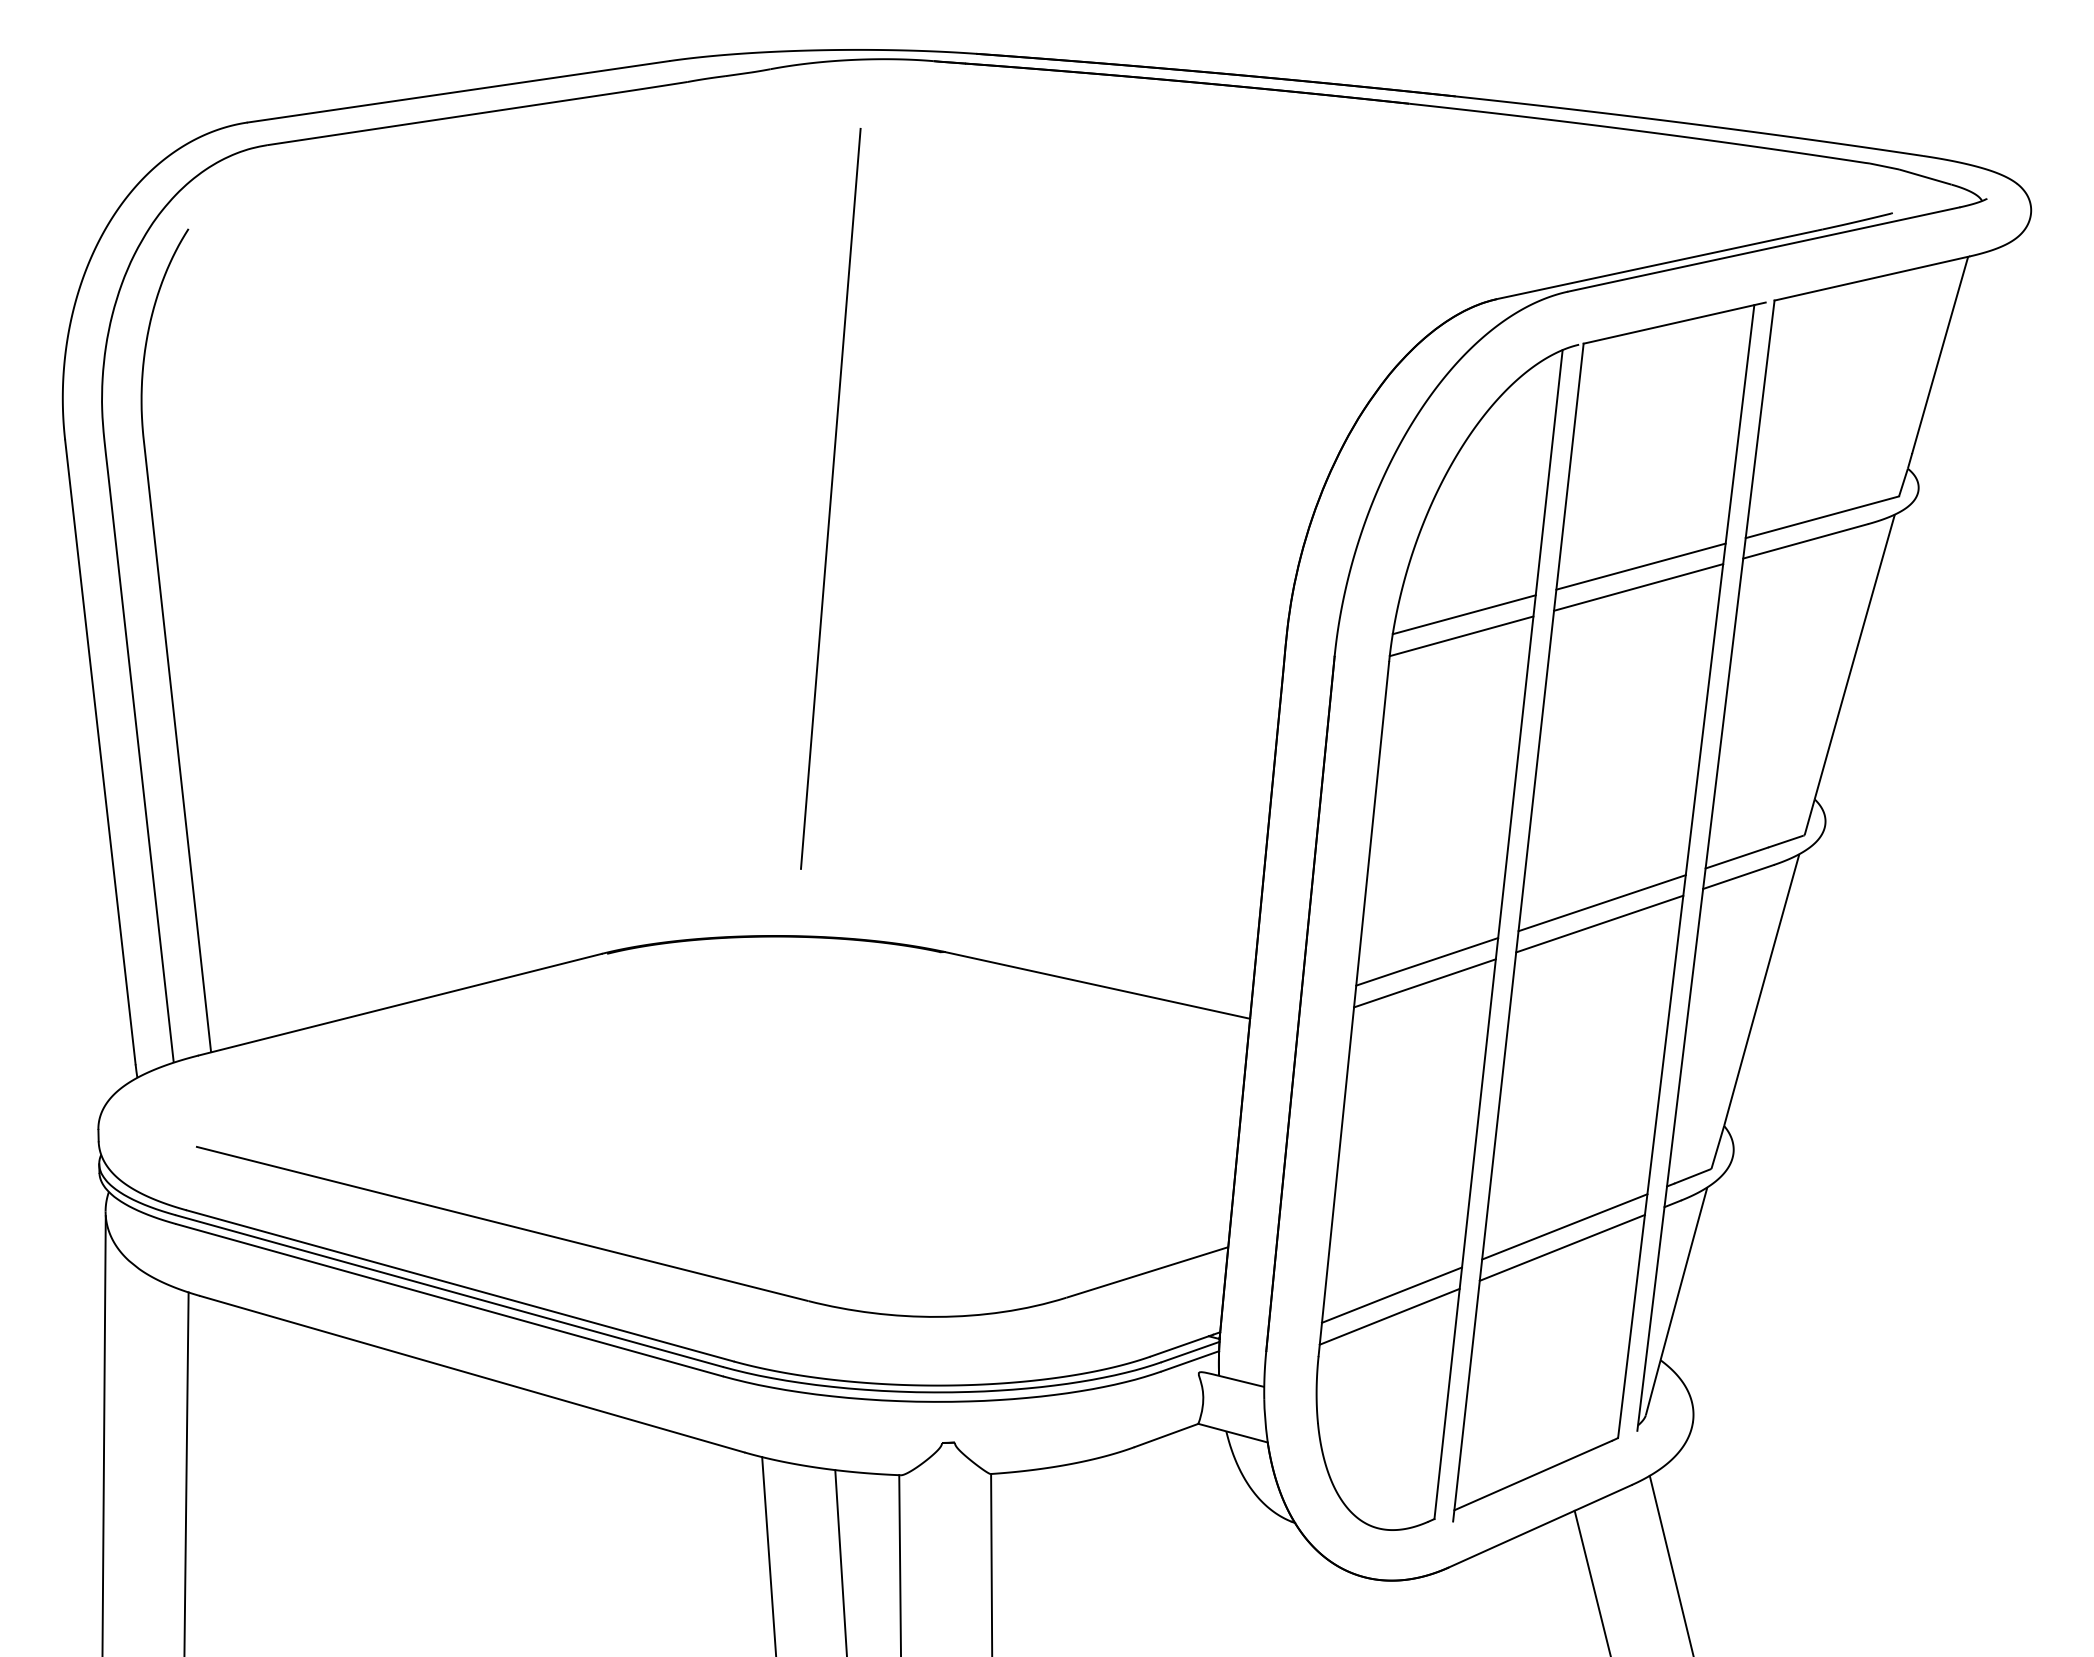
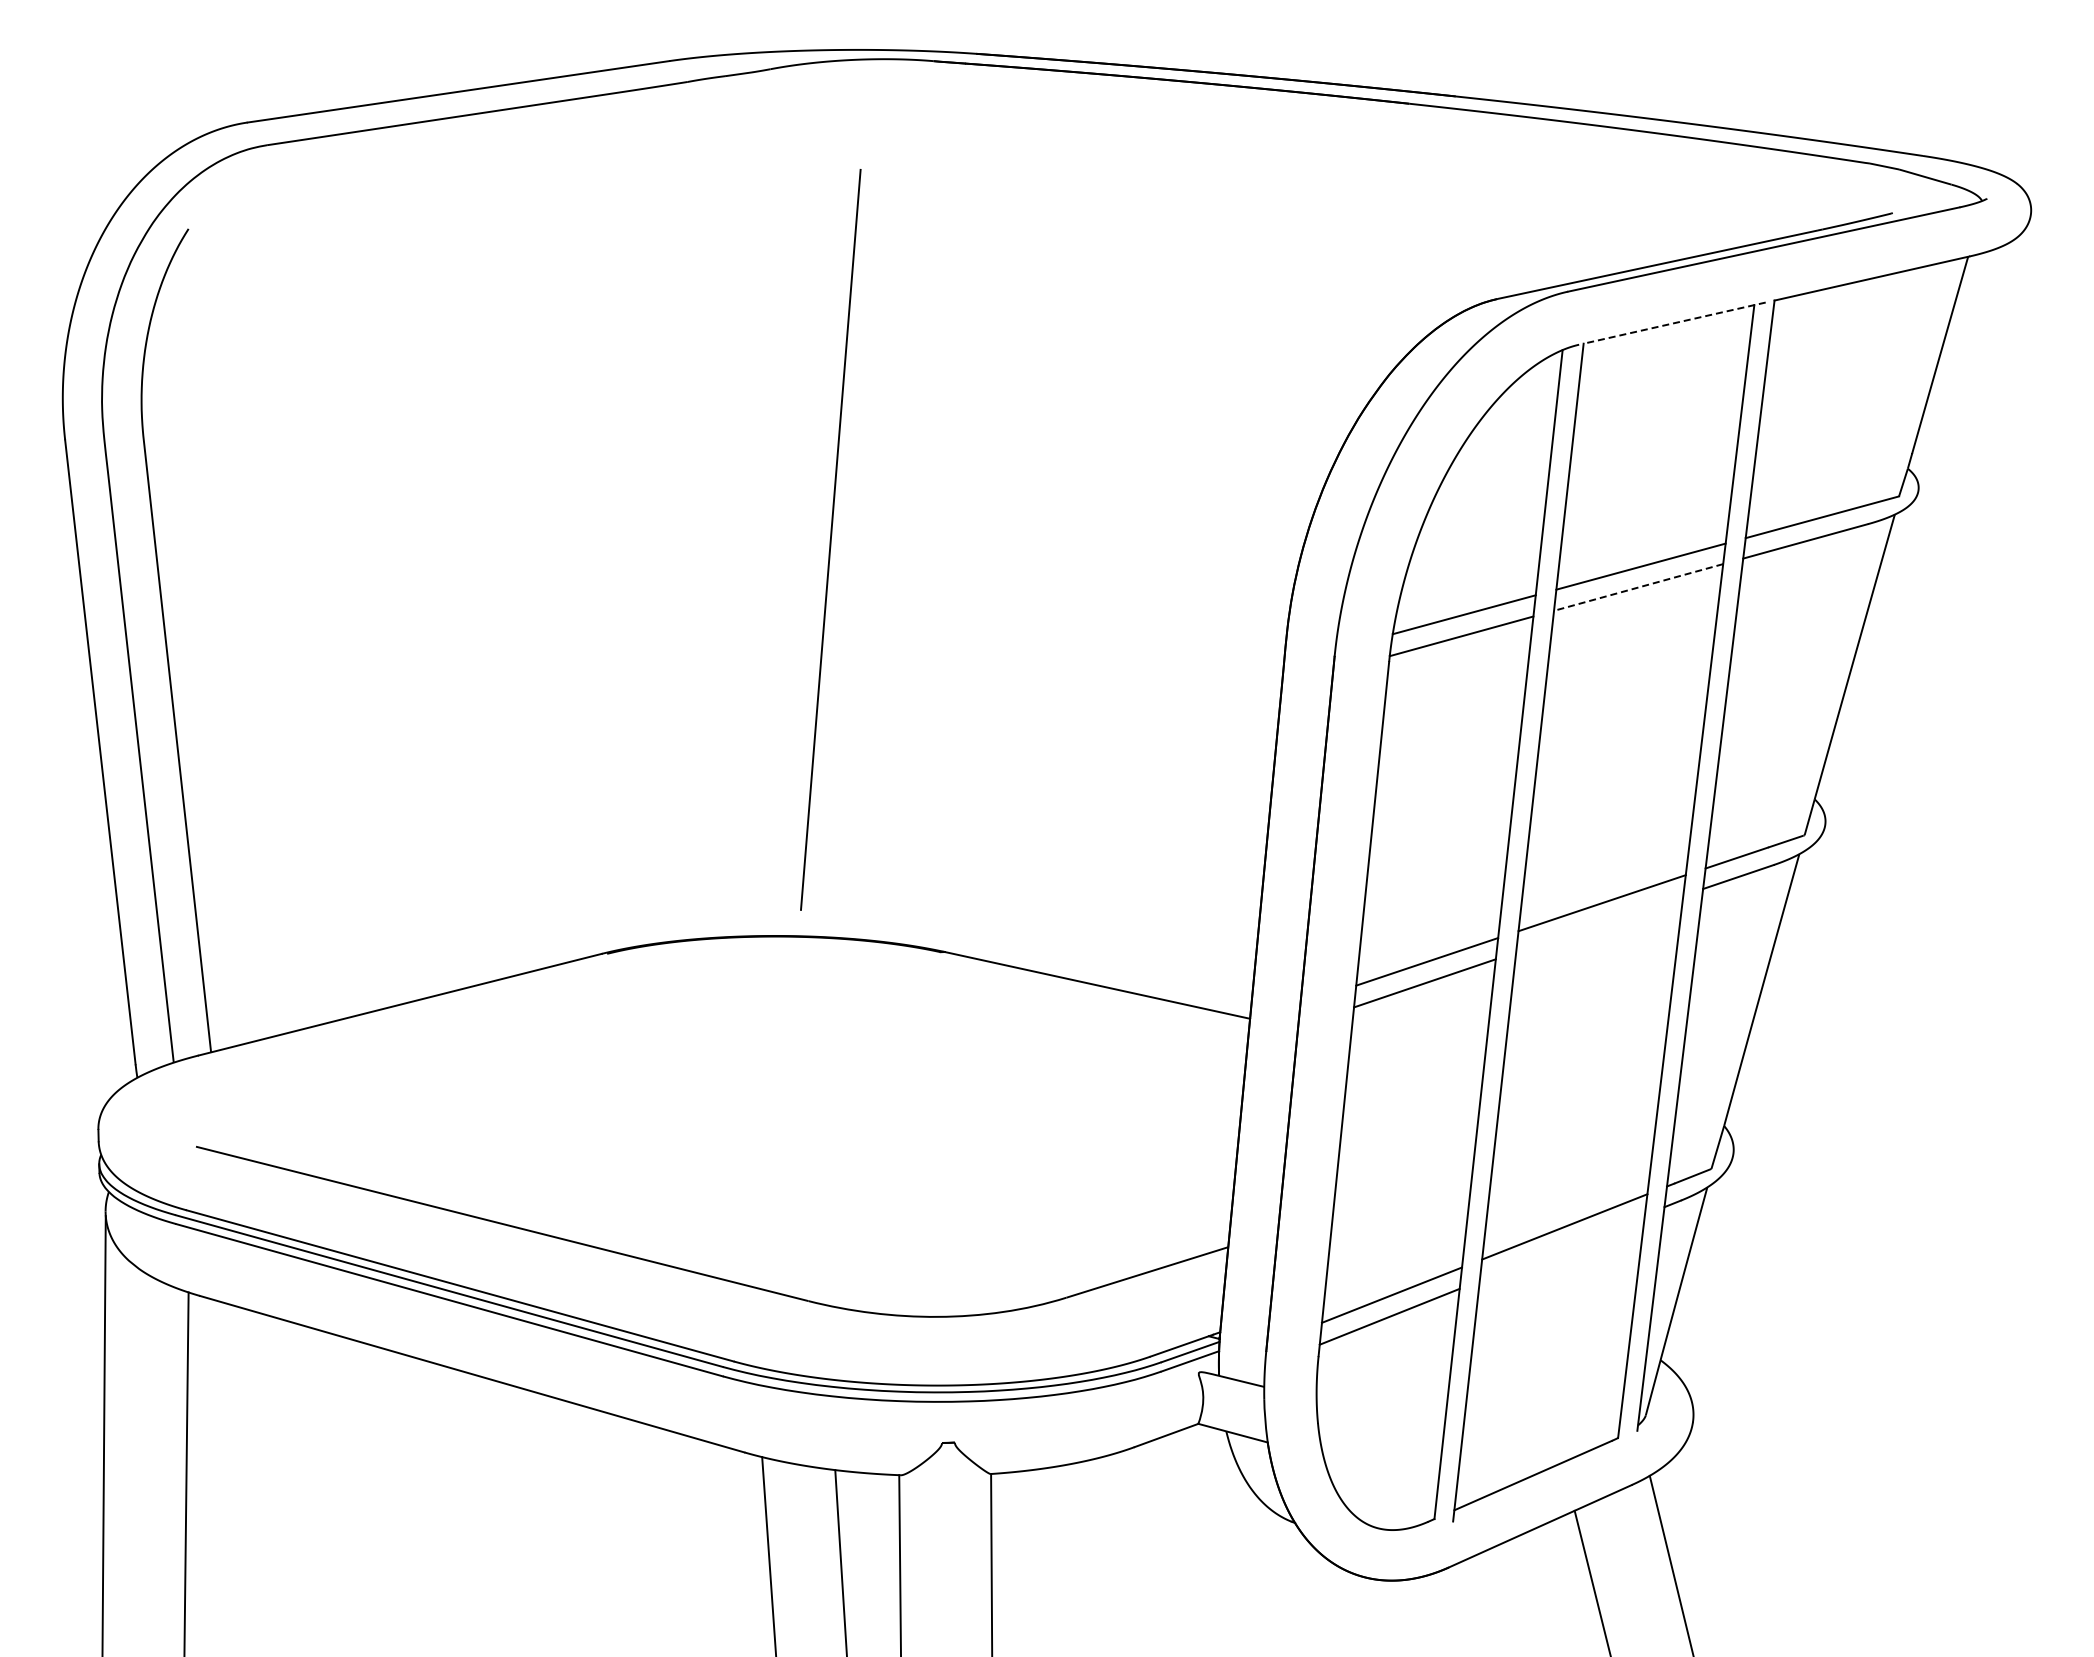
line at (1674, 323): solid -> dashed
line at (830, 498) position: (830, 498) -> (830, 539)
line at (1638, 587): solid -> dashed
line at (1599, 923): present -> none
line at (1561, 1247): present -> none
